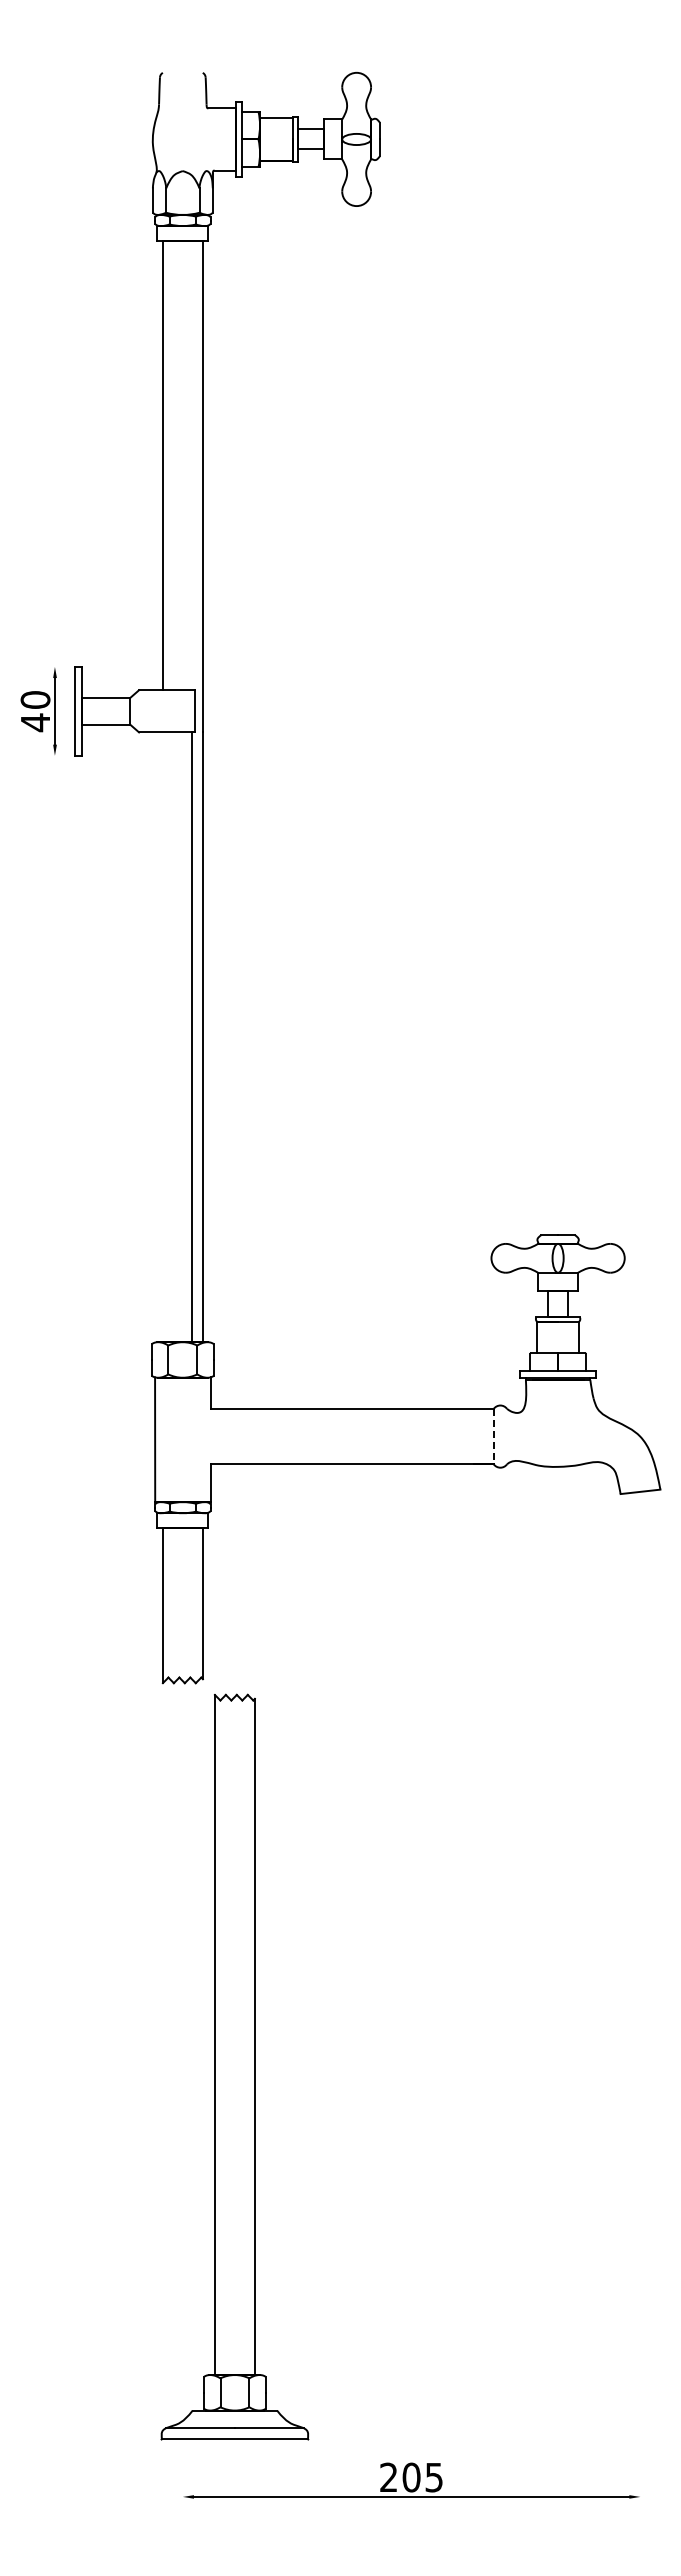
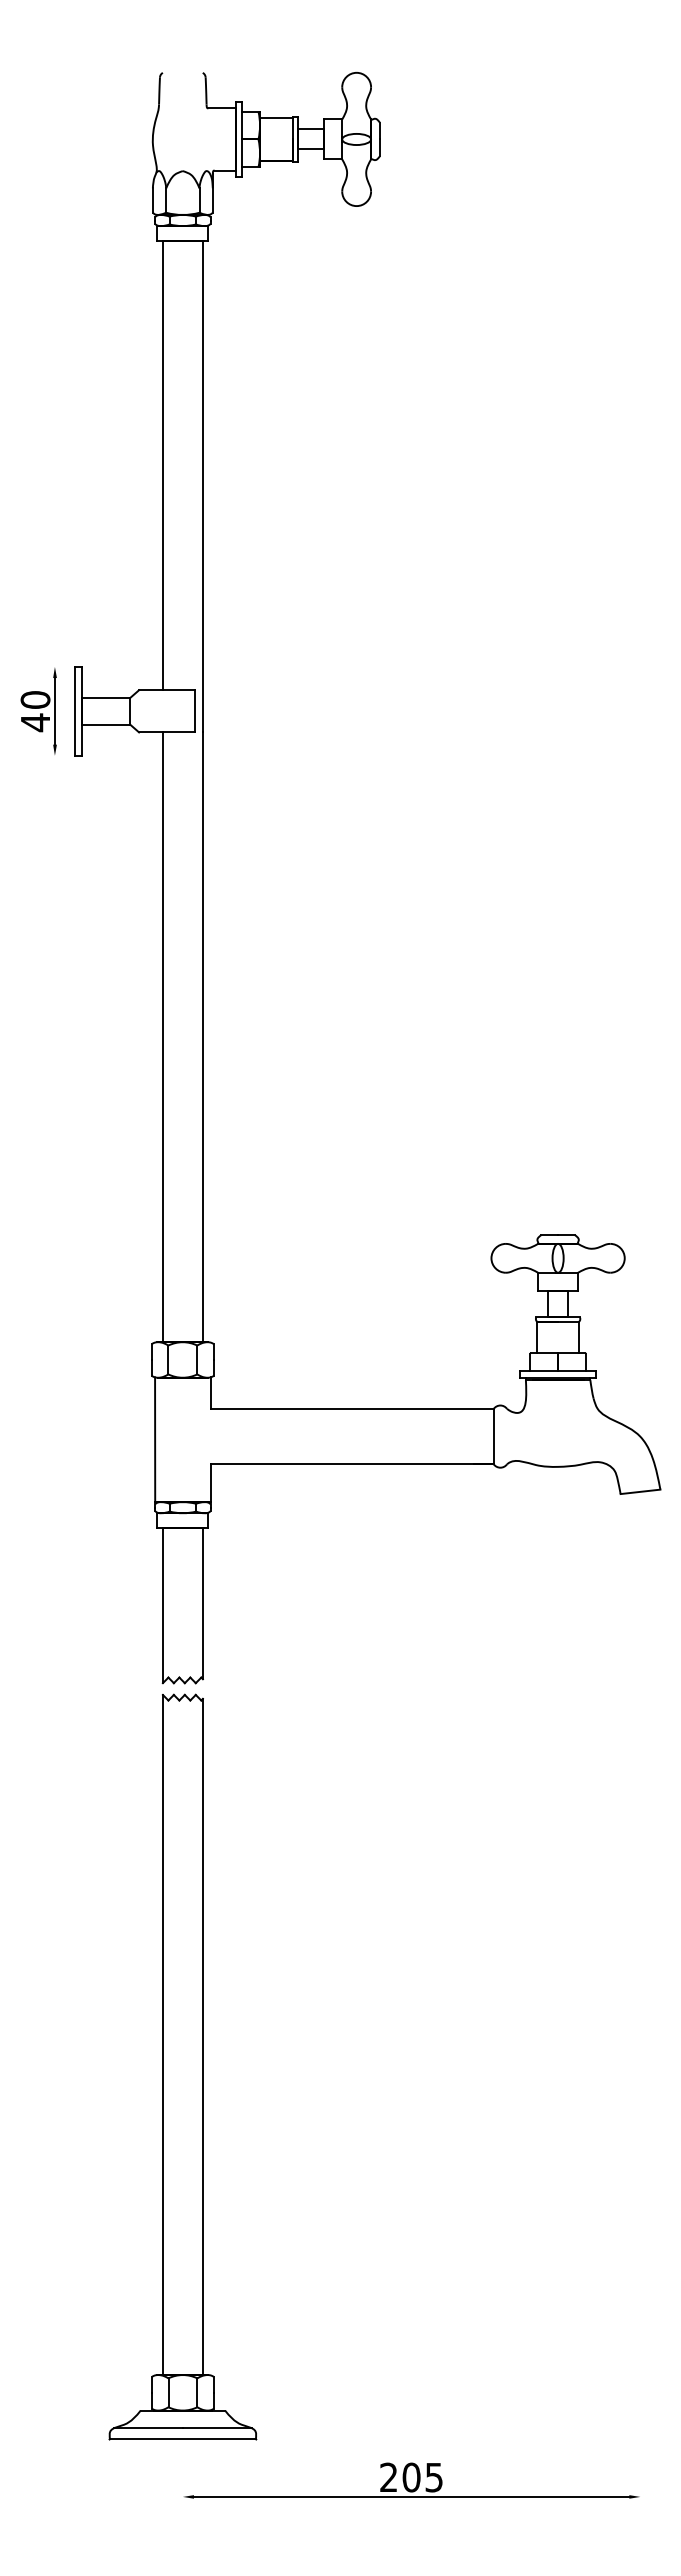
line at (191, 1037) position: (191, 1037) -> (162, 1037)
line at (493, 1436): dashed -> solid
part at (234, 2066) position: (234, 2066) -> (182, 2066)
